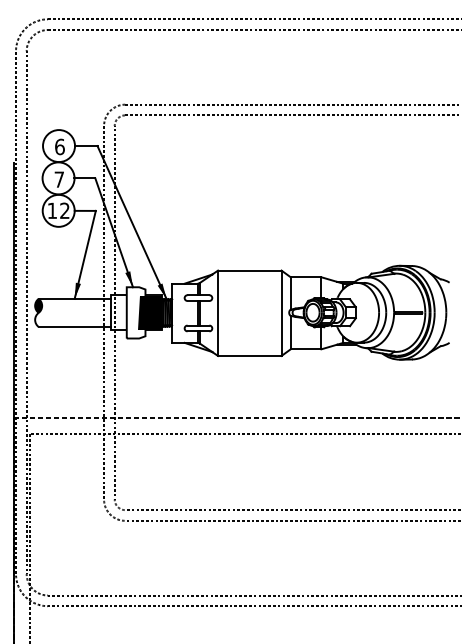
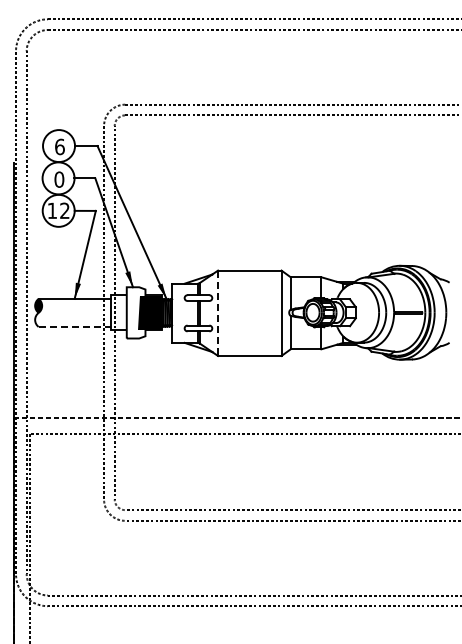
text at (59, 179): 7 -> 0
line at (218, 313): solid -> dashed
line at (75, 326): solid -> dashed
